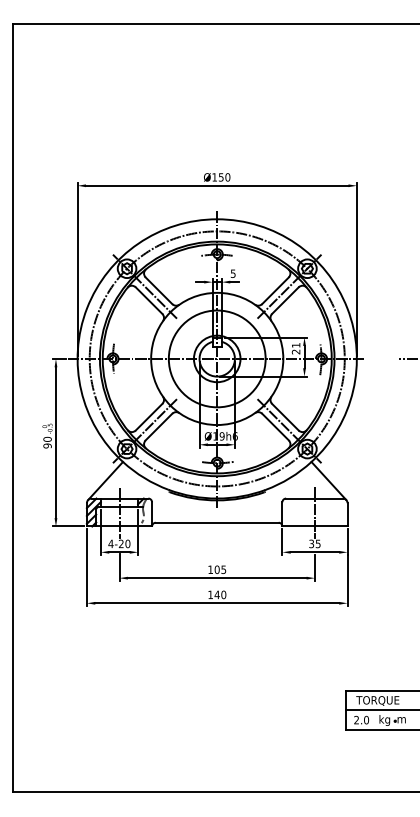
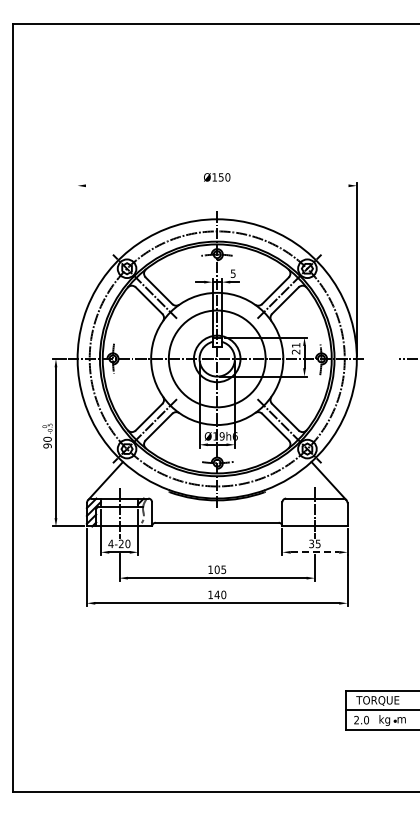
line at (216, 185): present -> none
line at (77, 269): present -> none
line at (315, 552): solid -> dashed
